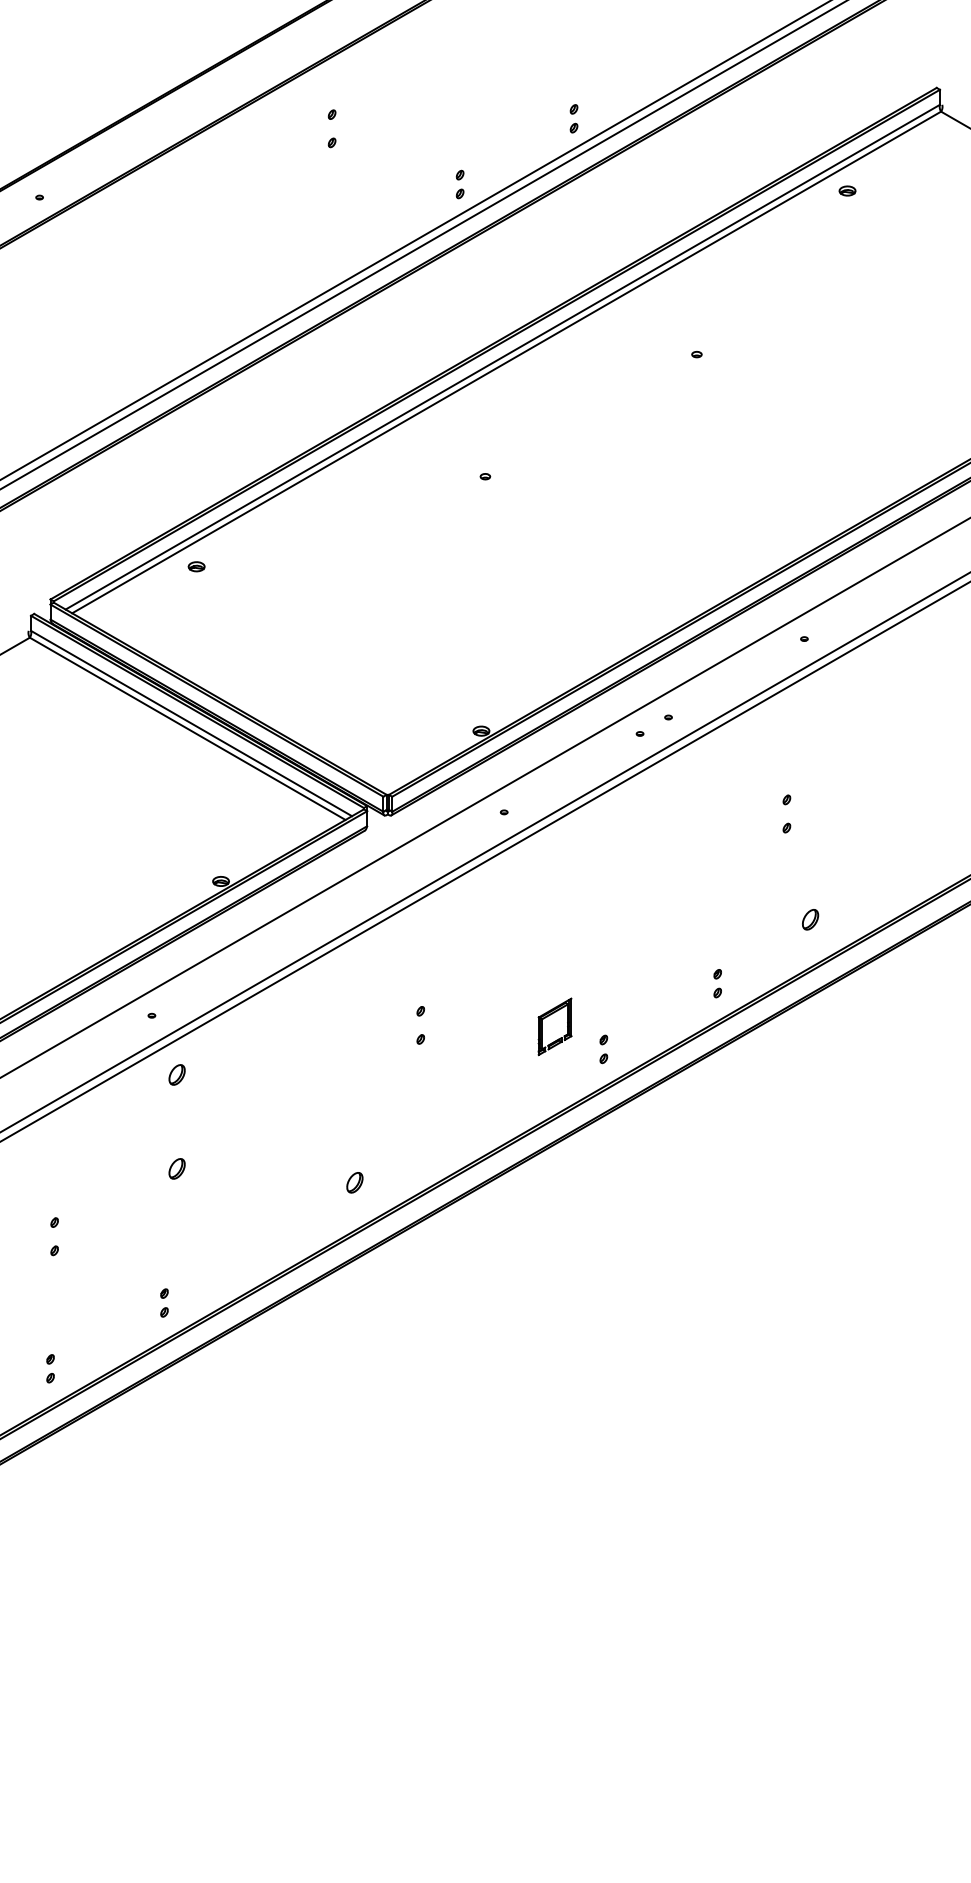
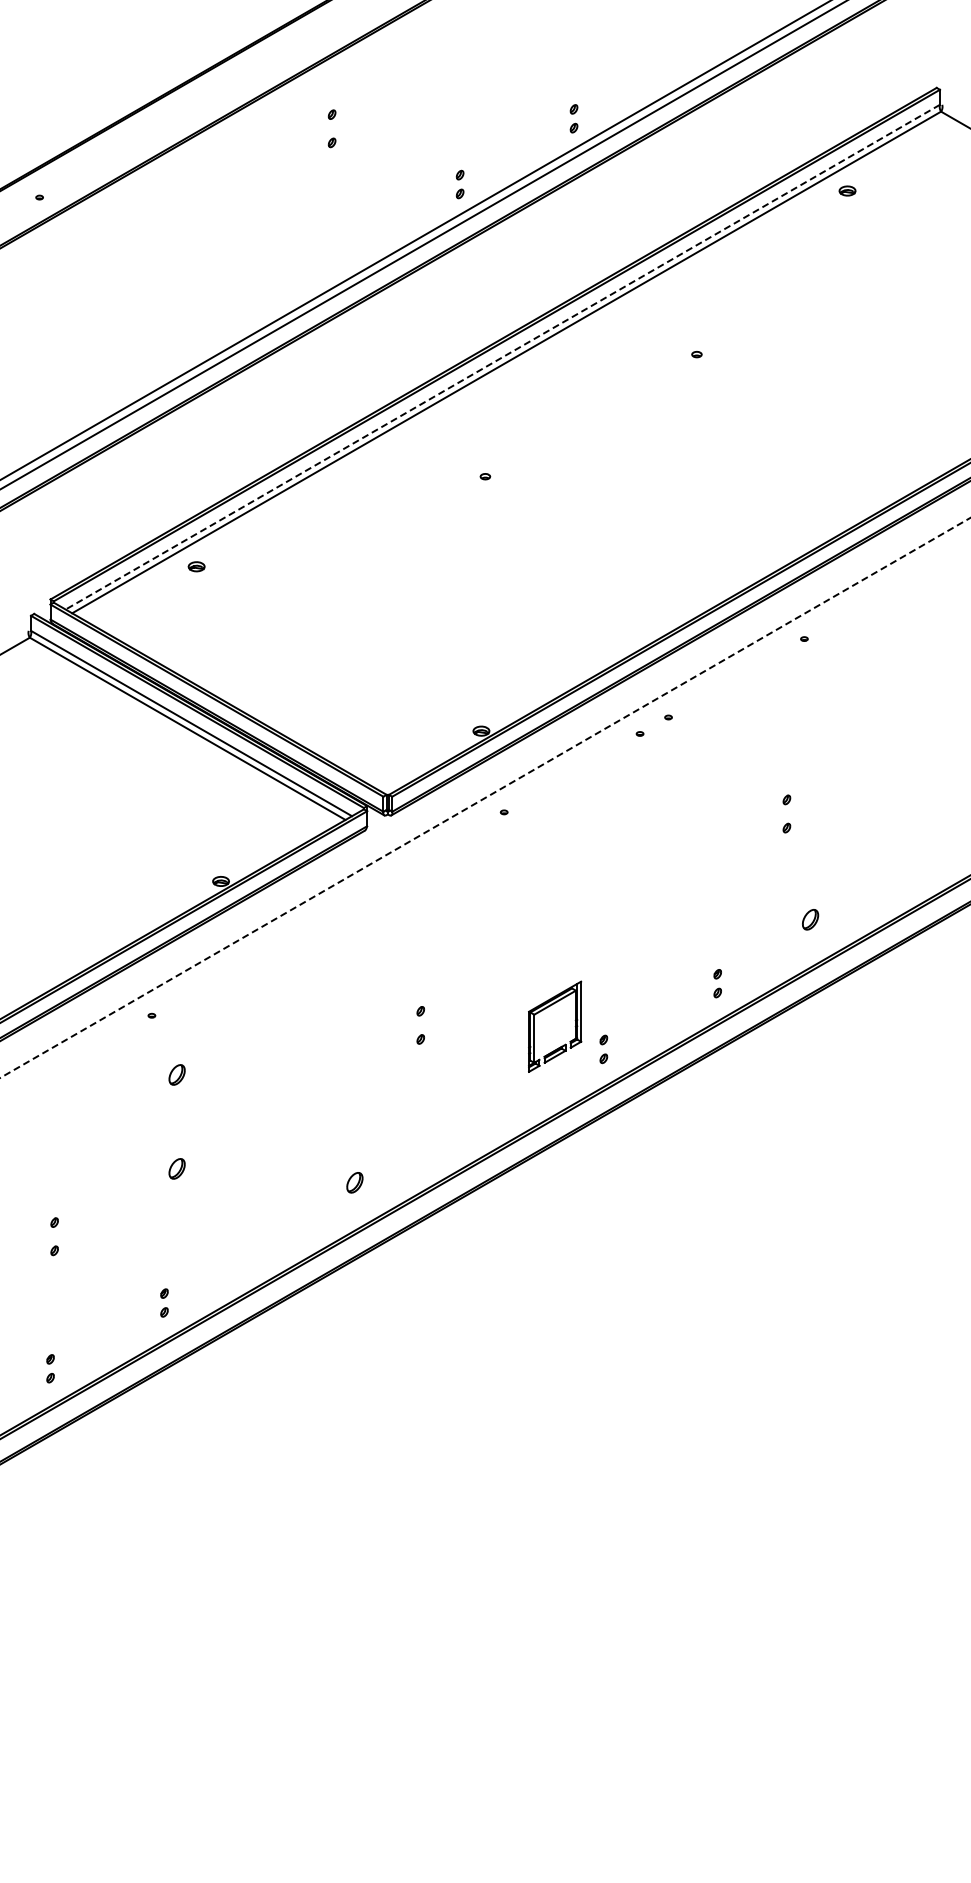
line at (502, 357): solid -> dashed
line at (485, 797): solid -> dashed
line at (484, 851): present -> none
line at (484, 861): present -> none
part at (554, 1026) size: 36x60 px -> 55x93 px
